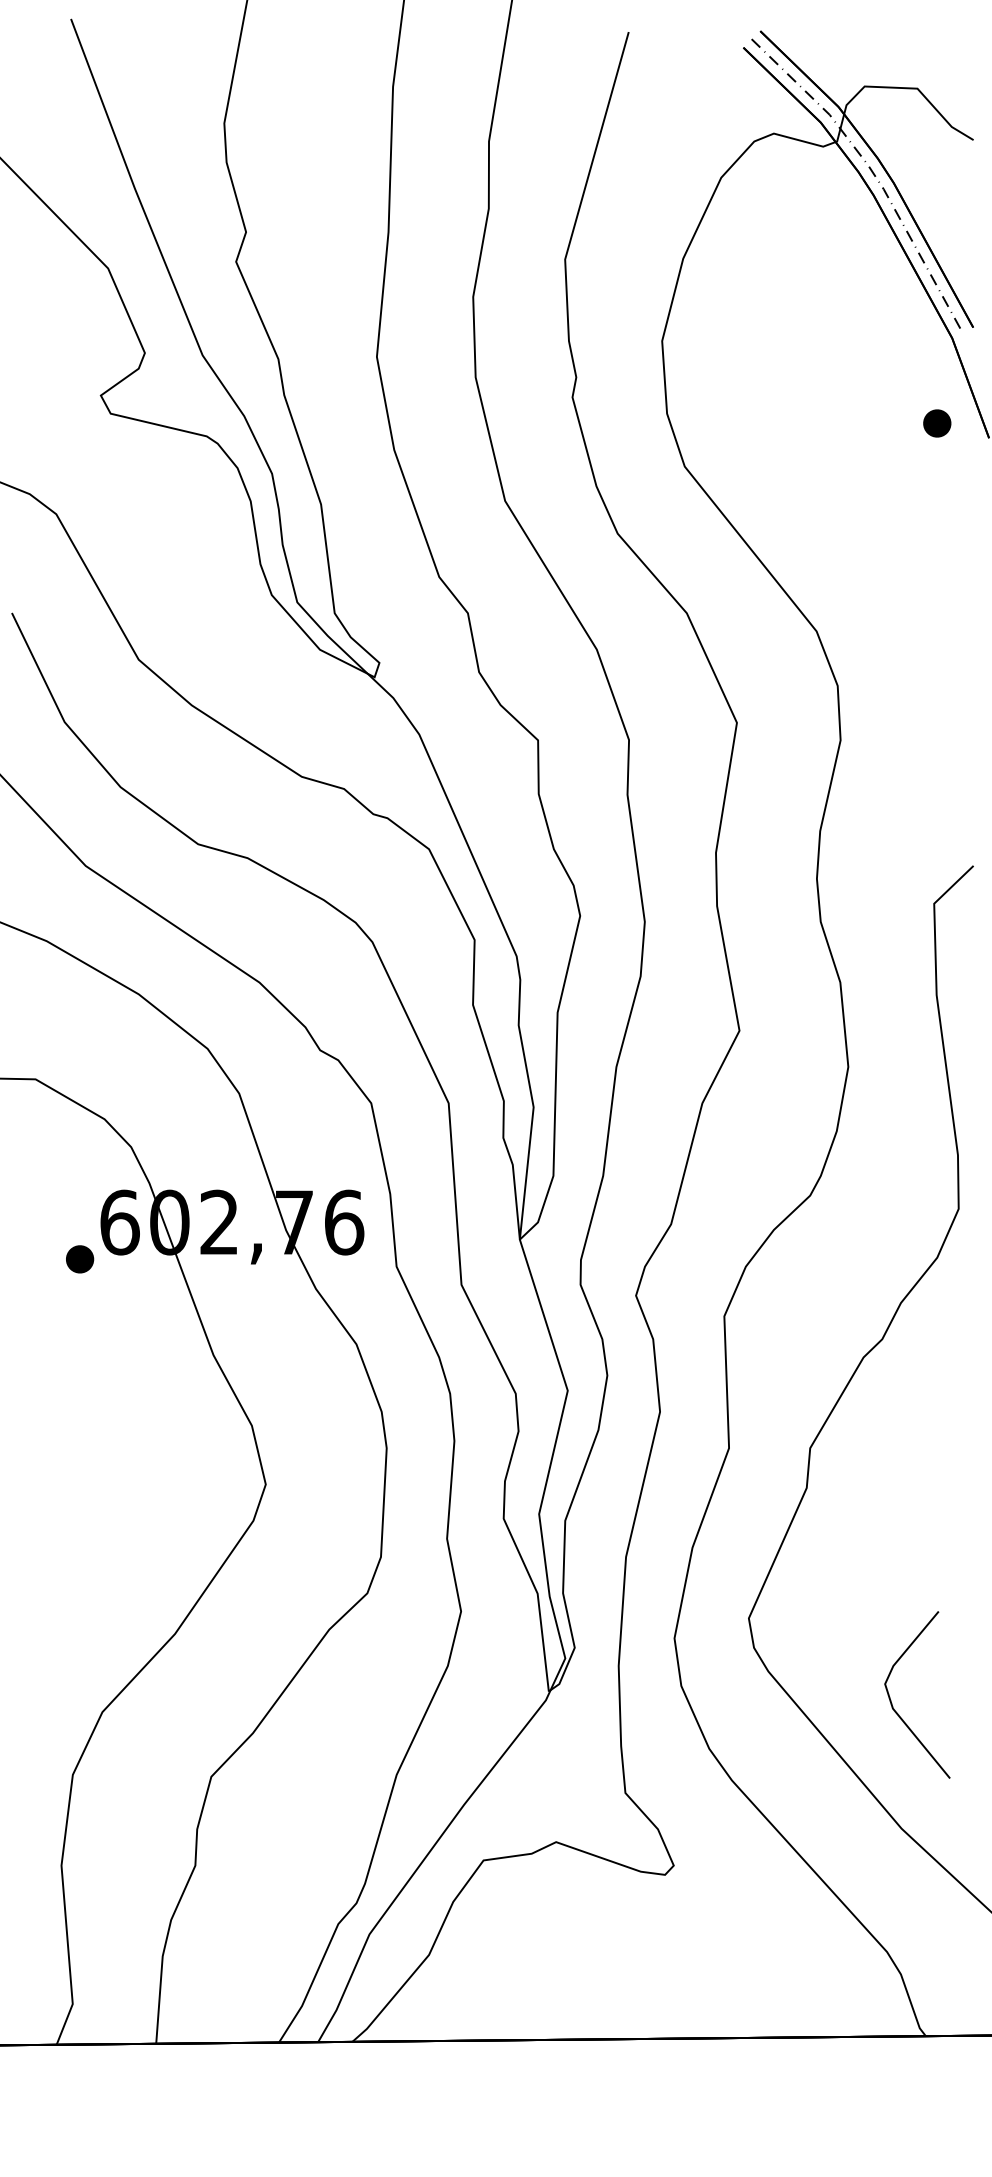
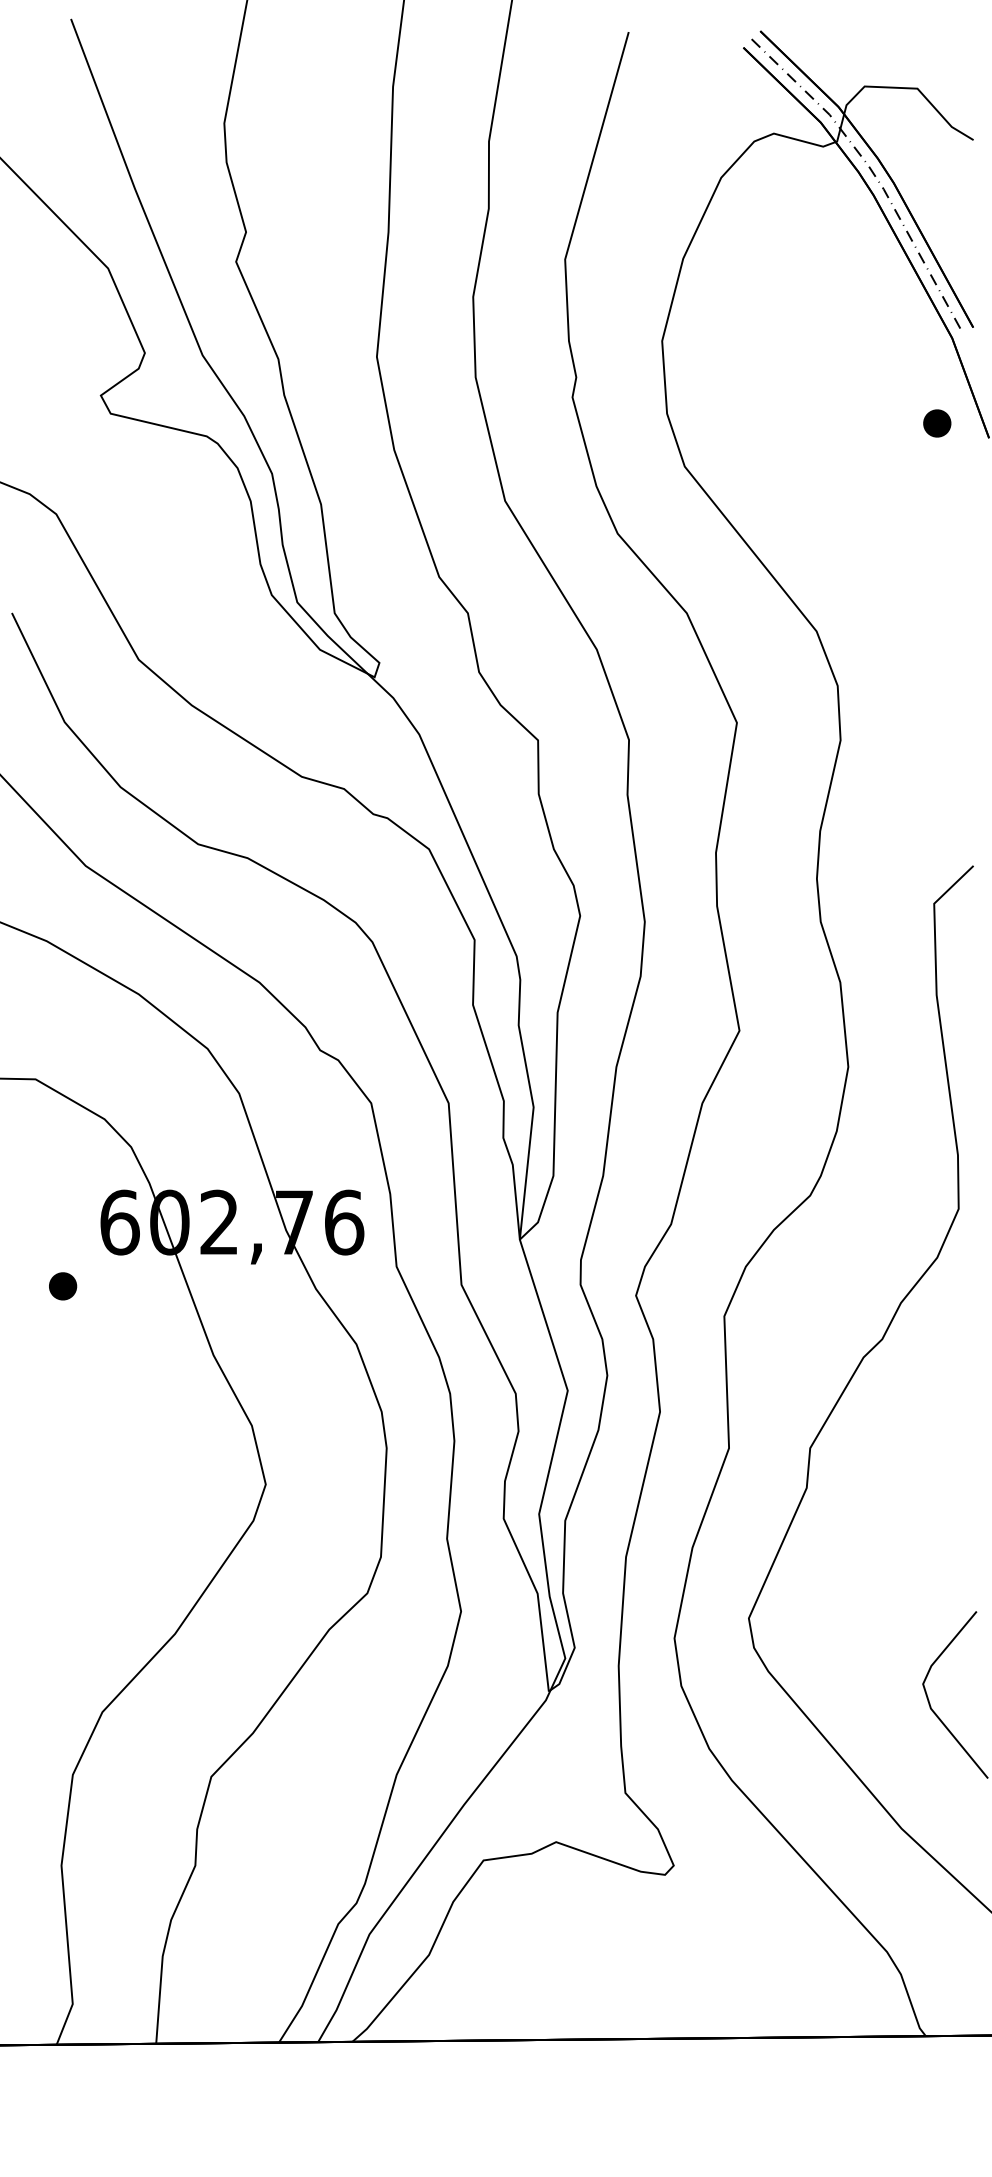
part at (80, 1259) position: (80, 1259) -> (63, 1286)
line at (892, 1703) position: (892, 1703) -> (930, 1703)
